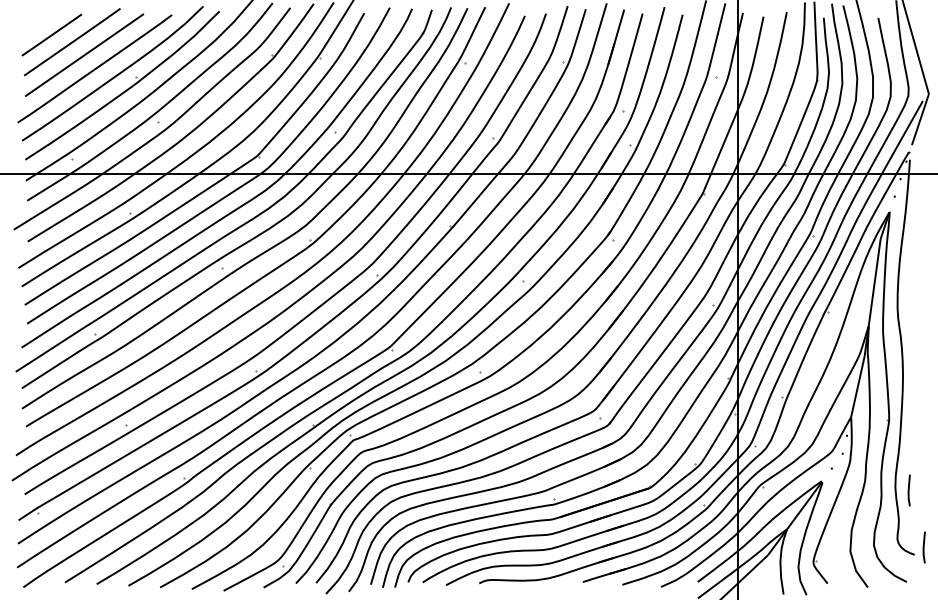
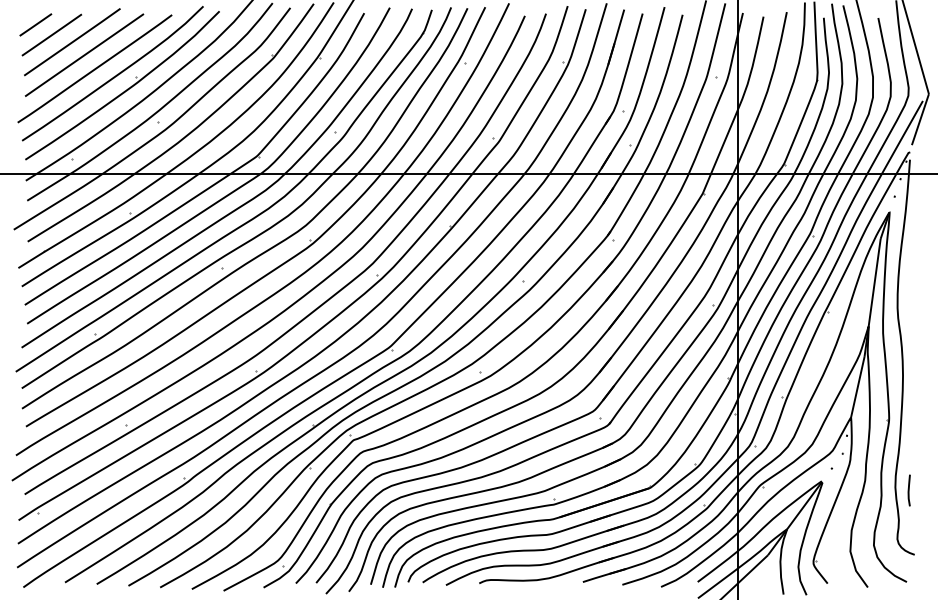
line at (35, 24): none -> present
line at (923, 547): present -> none
